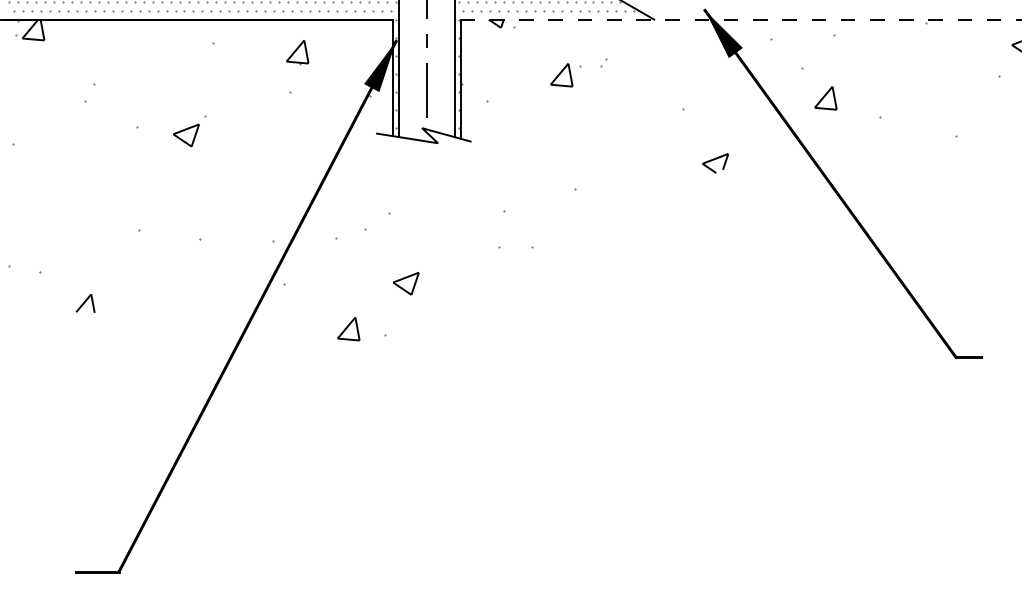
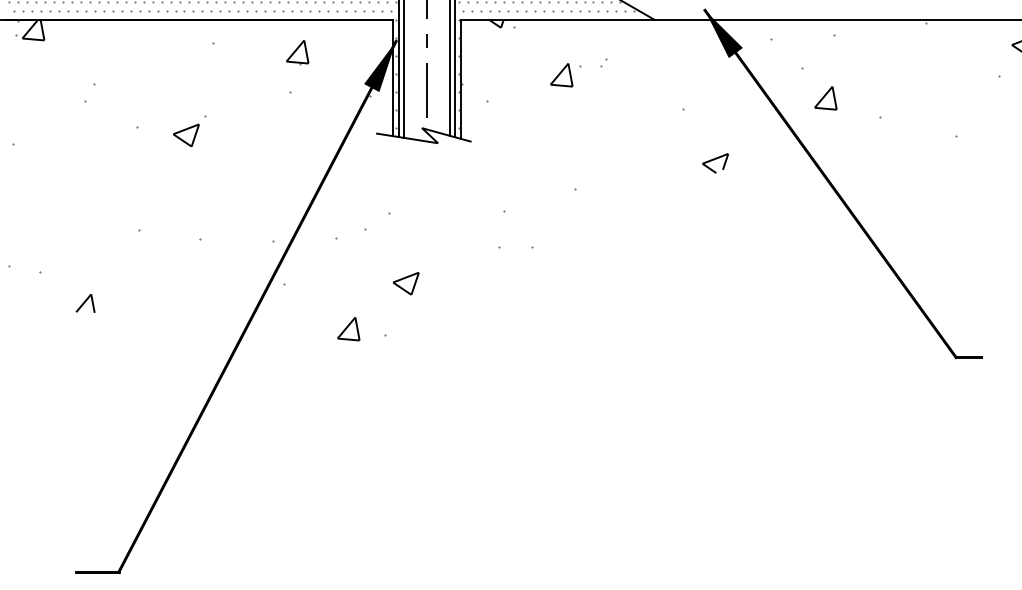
line at (741, 19): dashed -> solid
line at (449, 68): none -> present
line at (404, 69): none -> present
